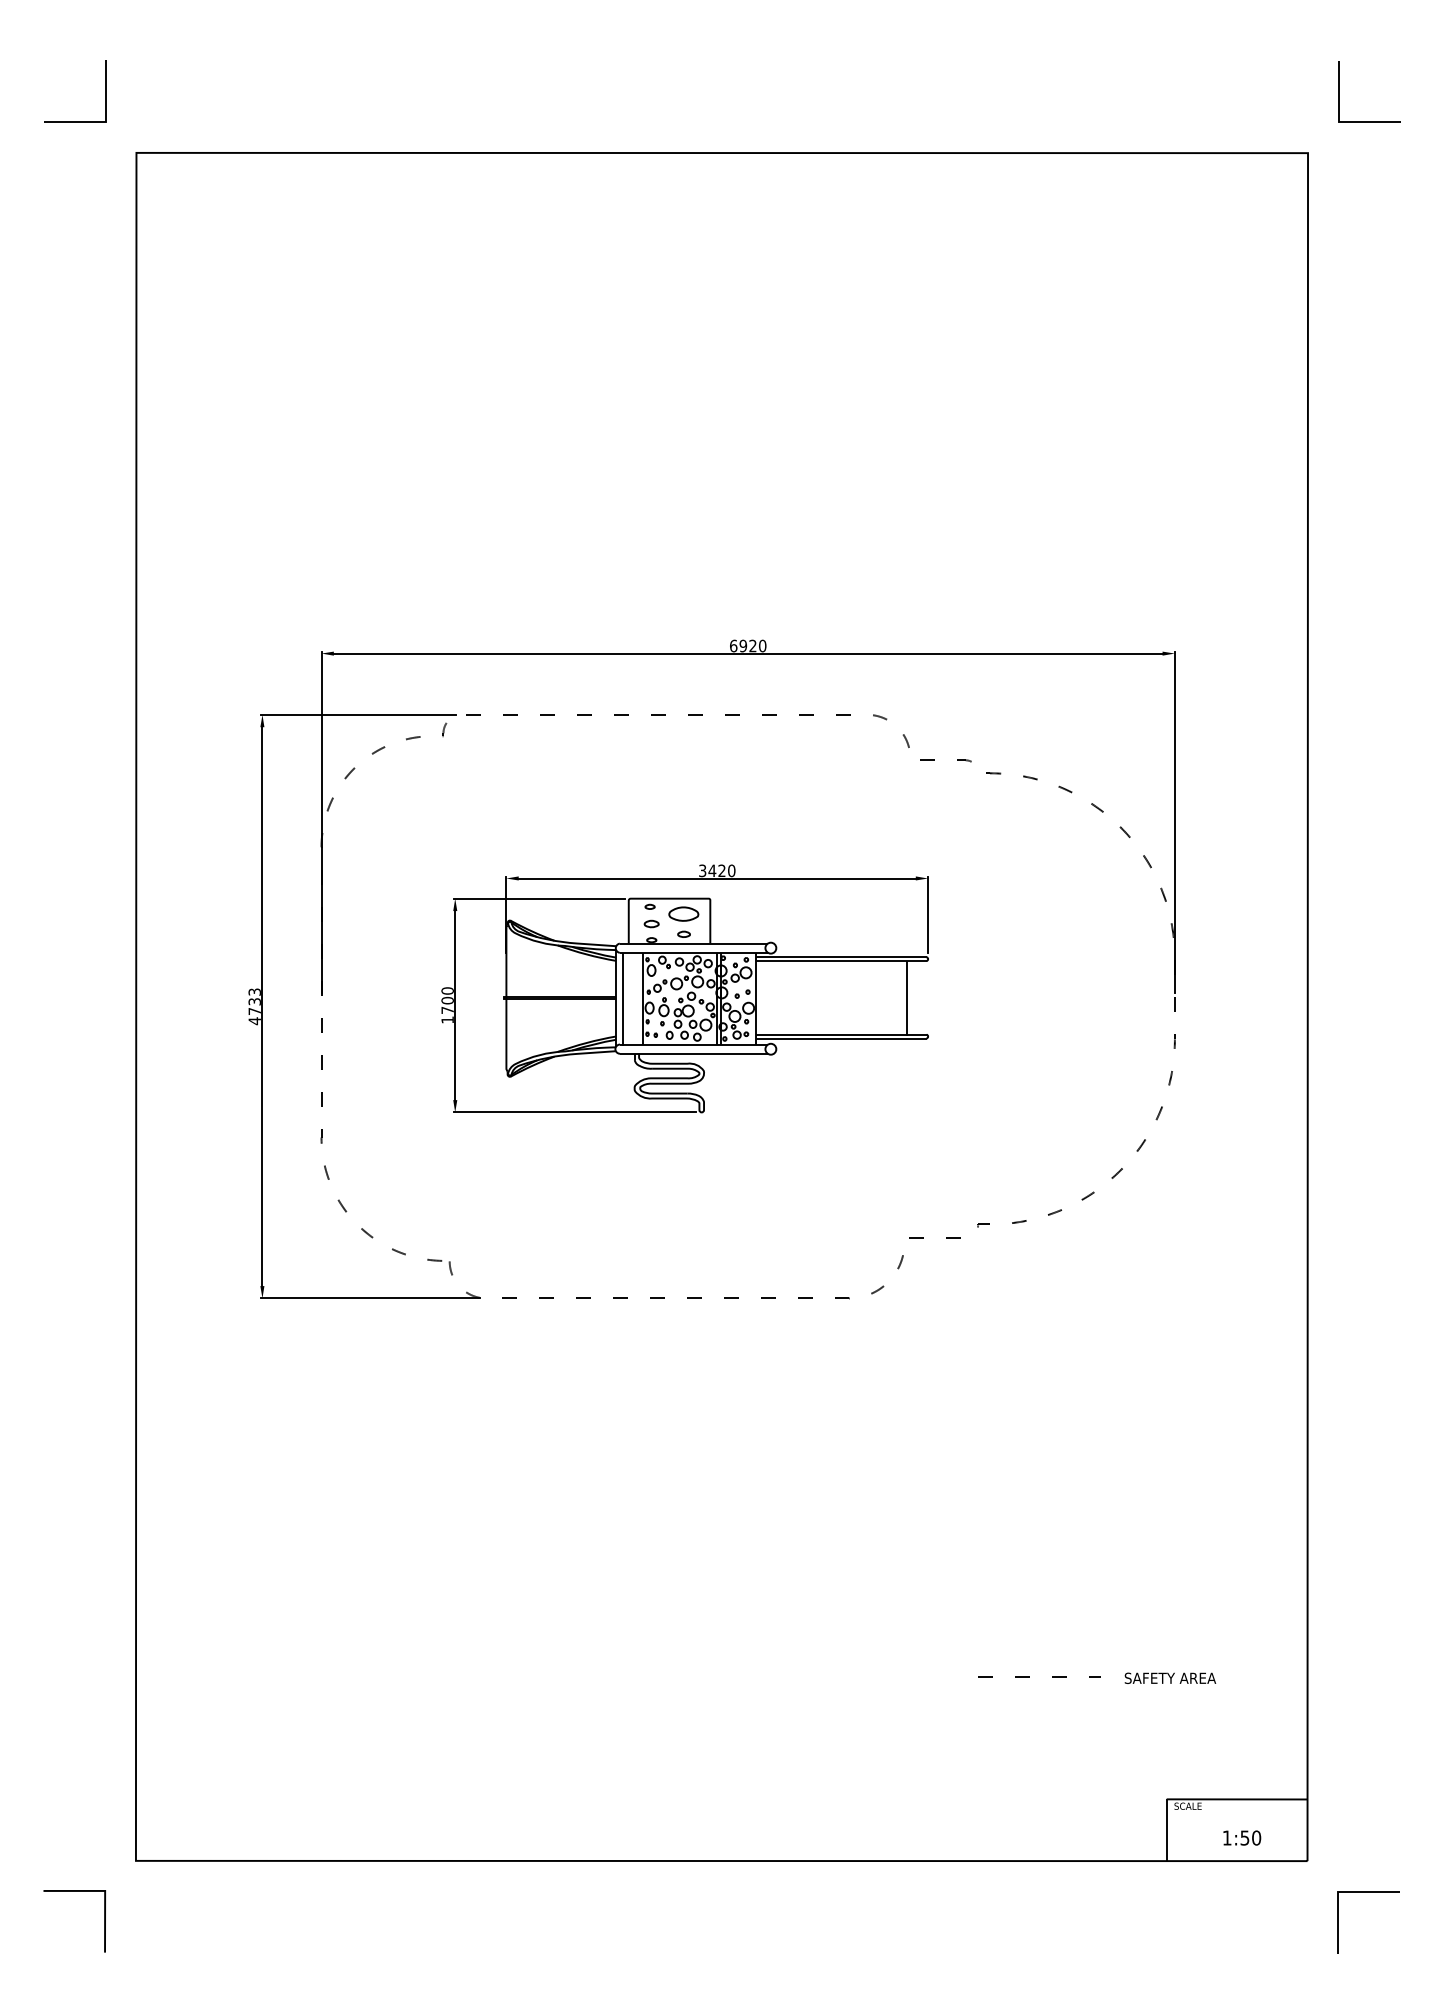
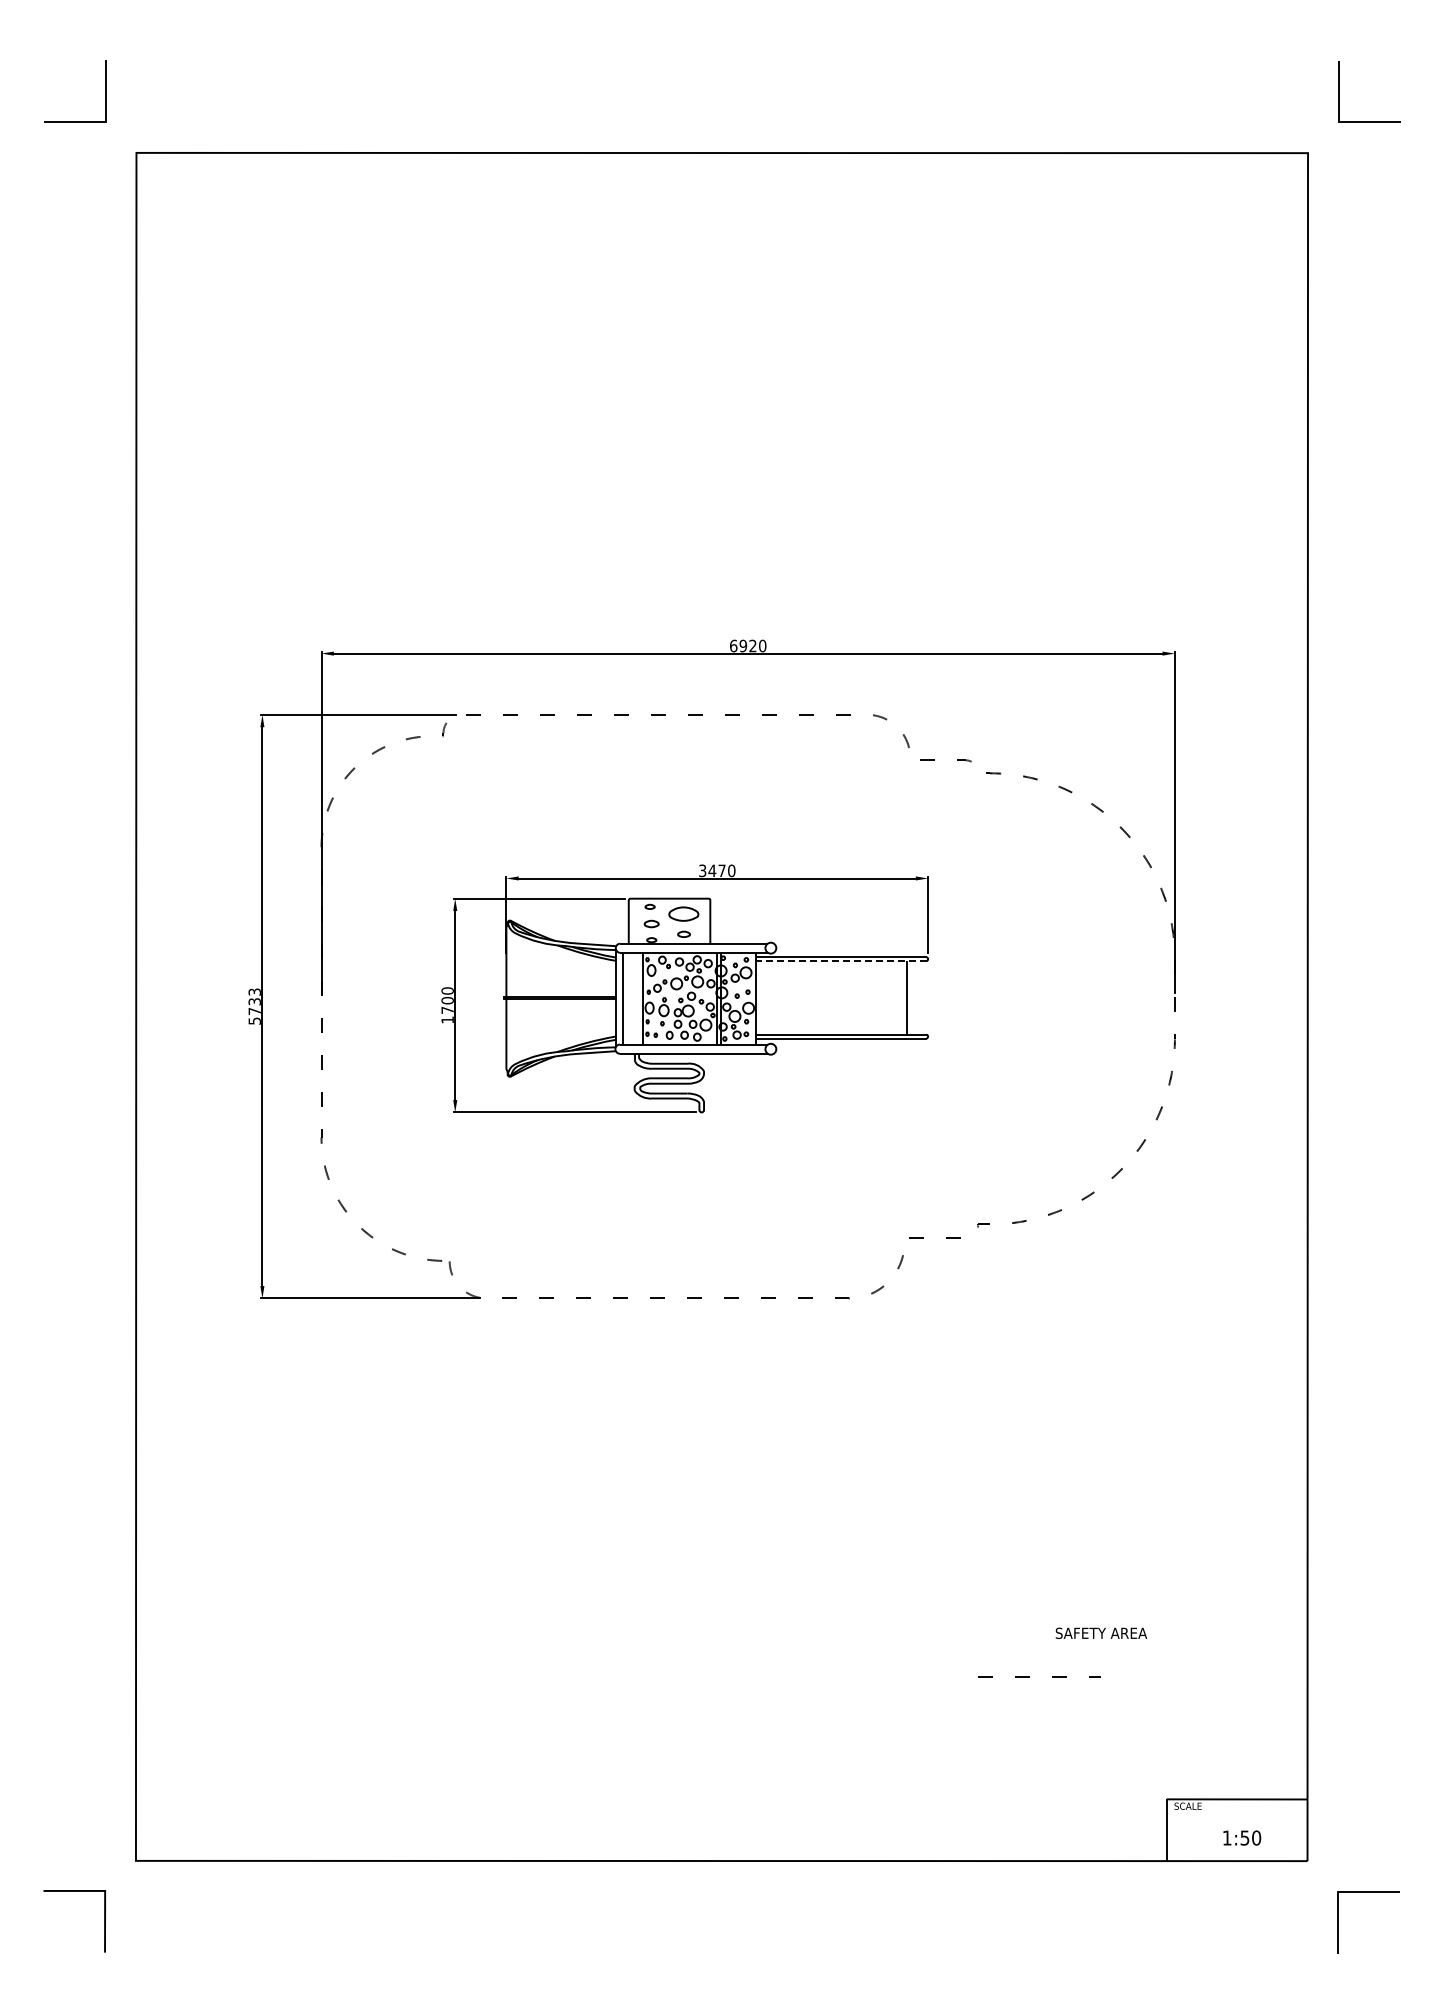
text at (721, 870): 3420 -> 3470
line at (840, 961): solid -> dashed
text at (254, 1021): 4733 -> 5733
text at (1170, 1677) position: (1170, 1677) -> (1101, 1632)
